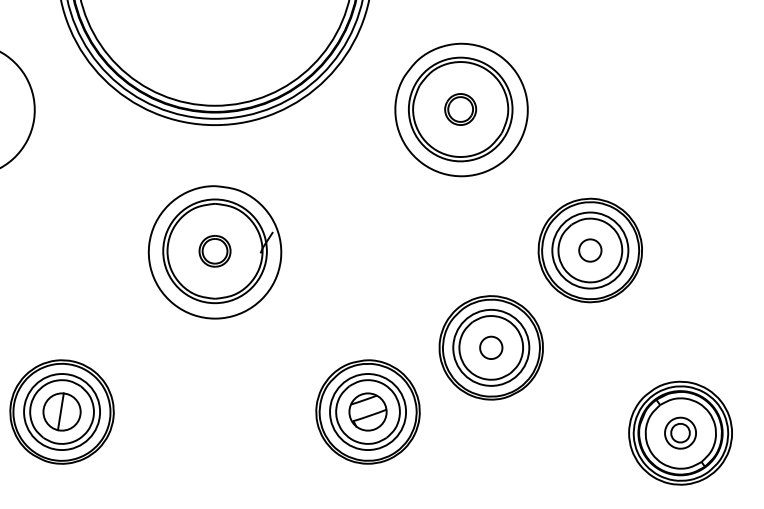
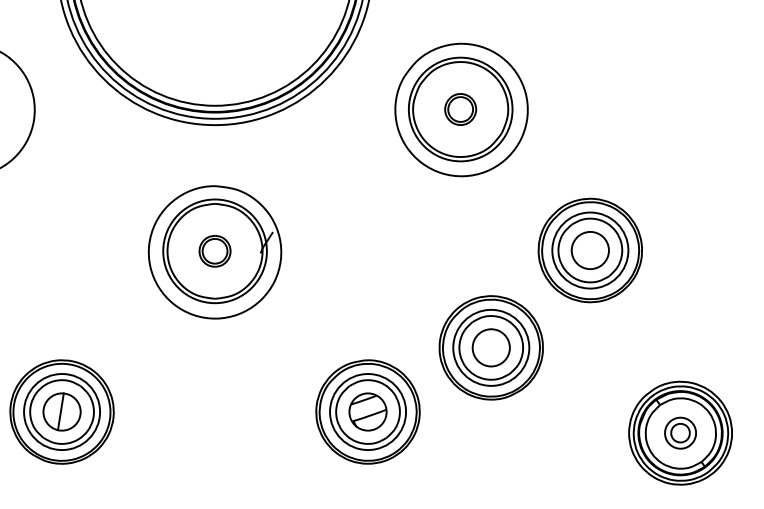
circle at (590, 250) diameter: 22 px -> 37 px
circle at (491, 347) diameter: 22 px -> 37 px
